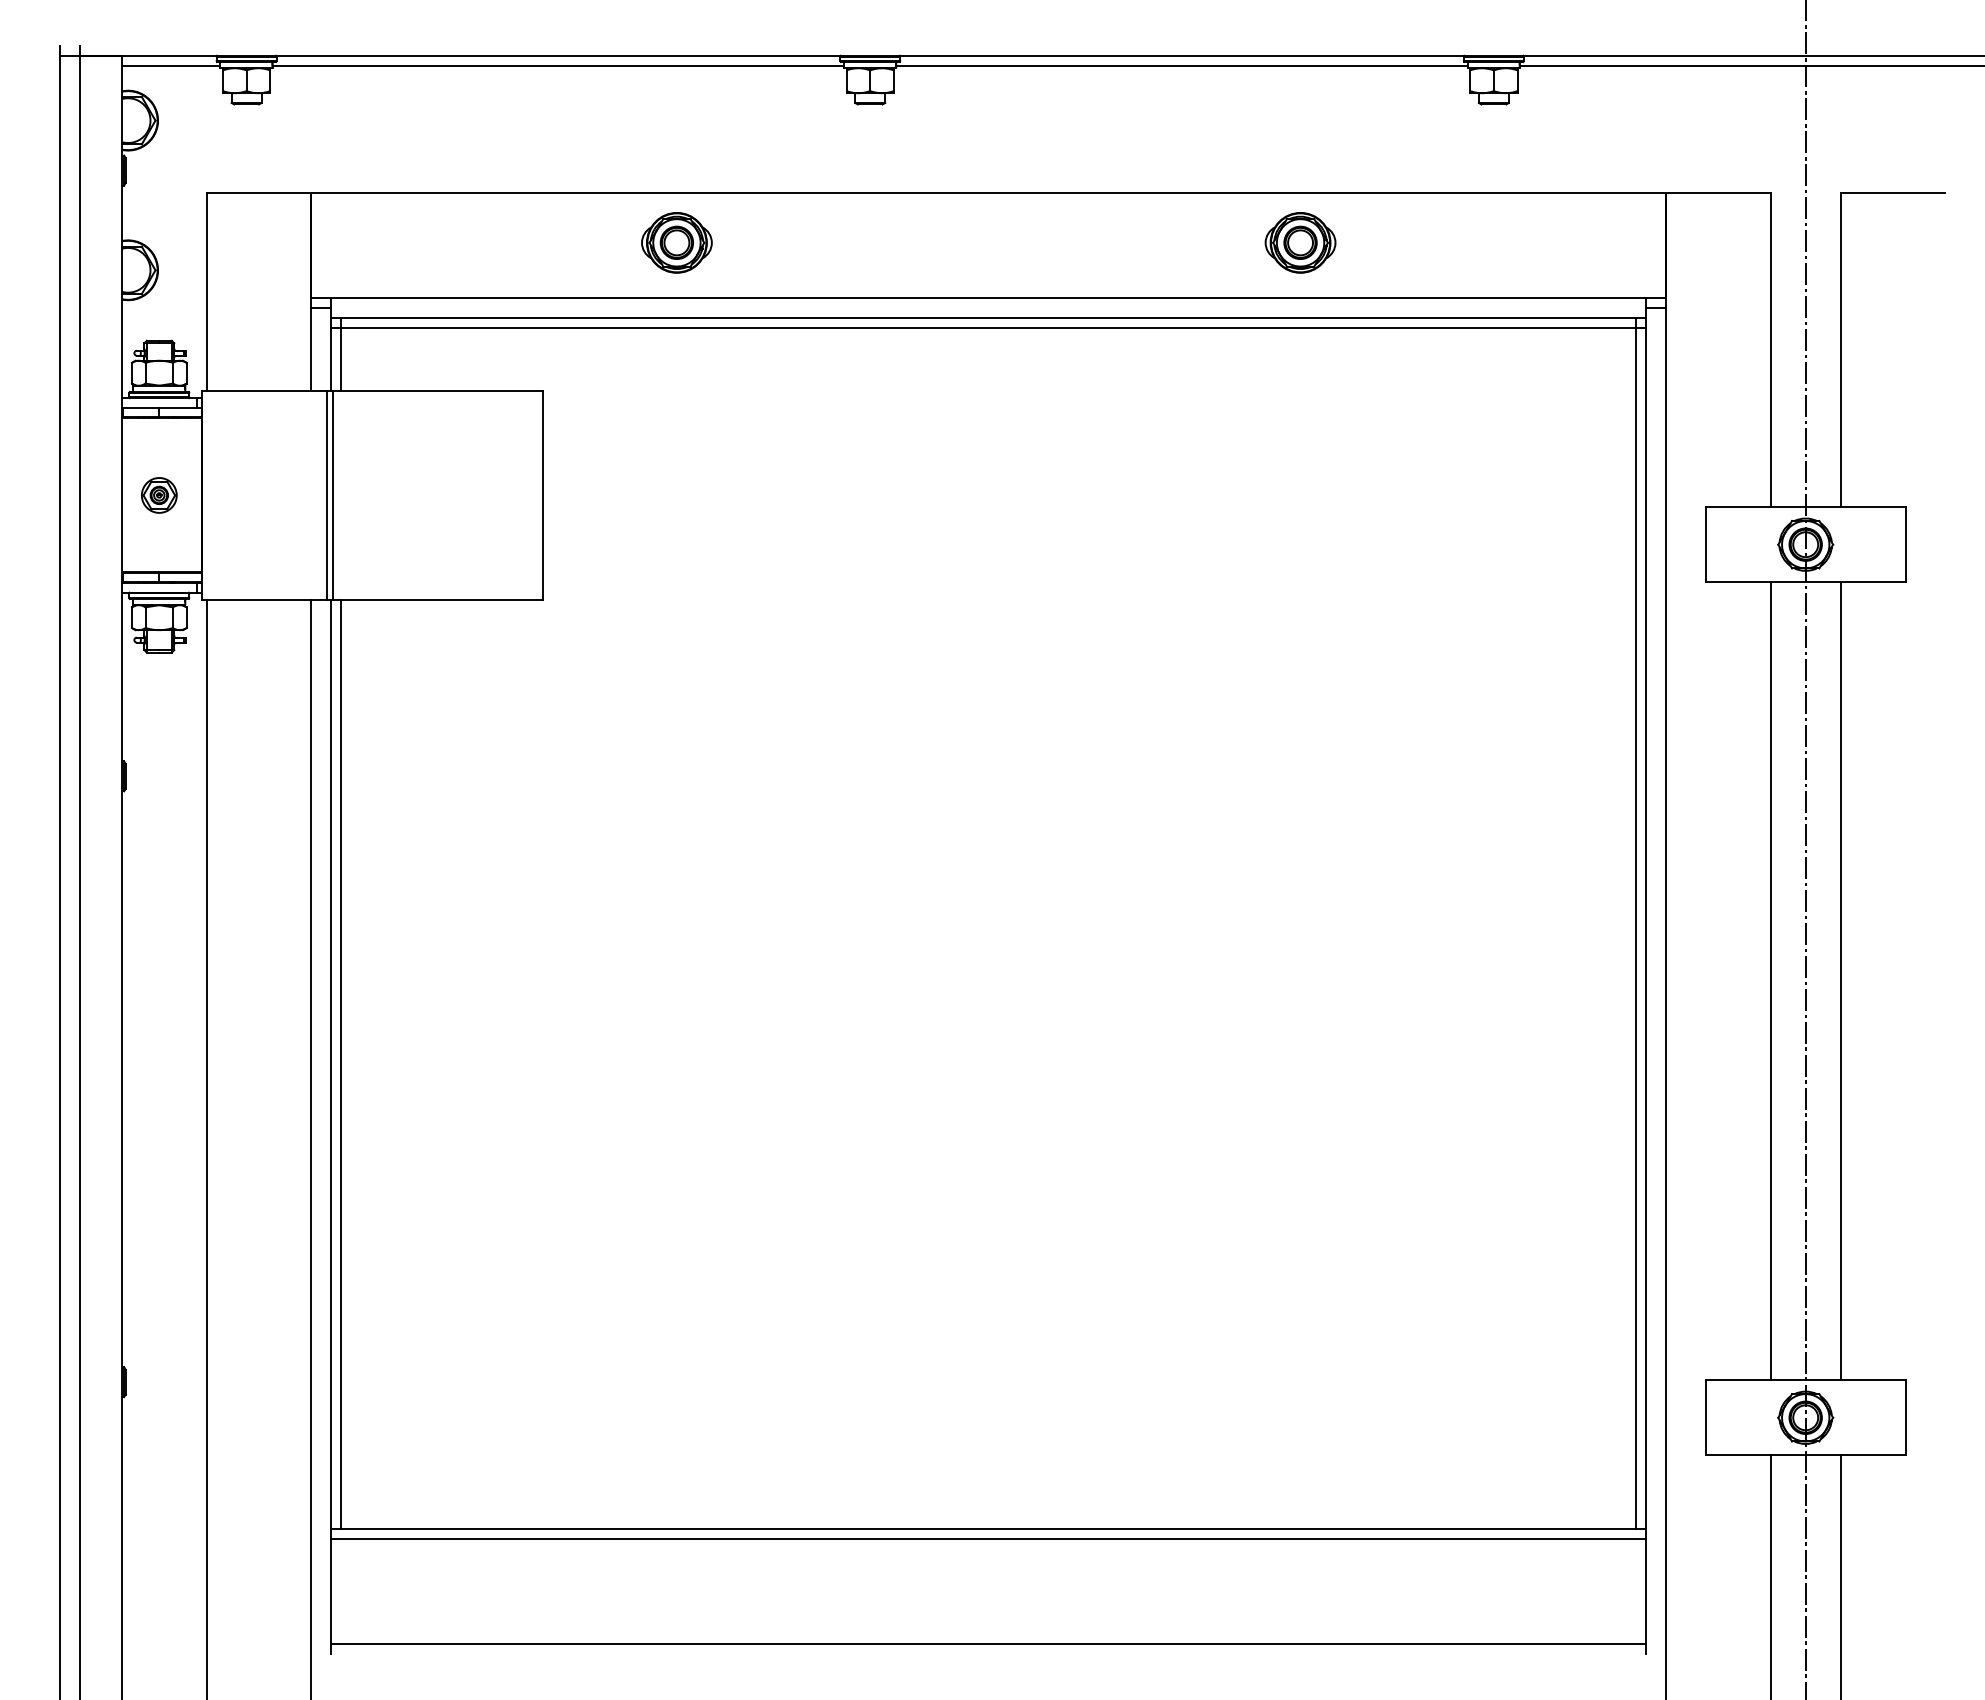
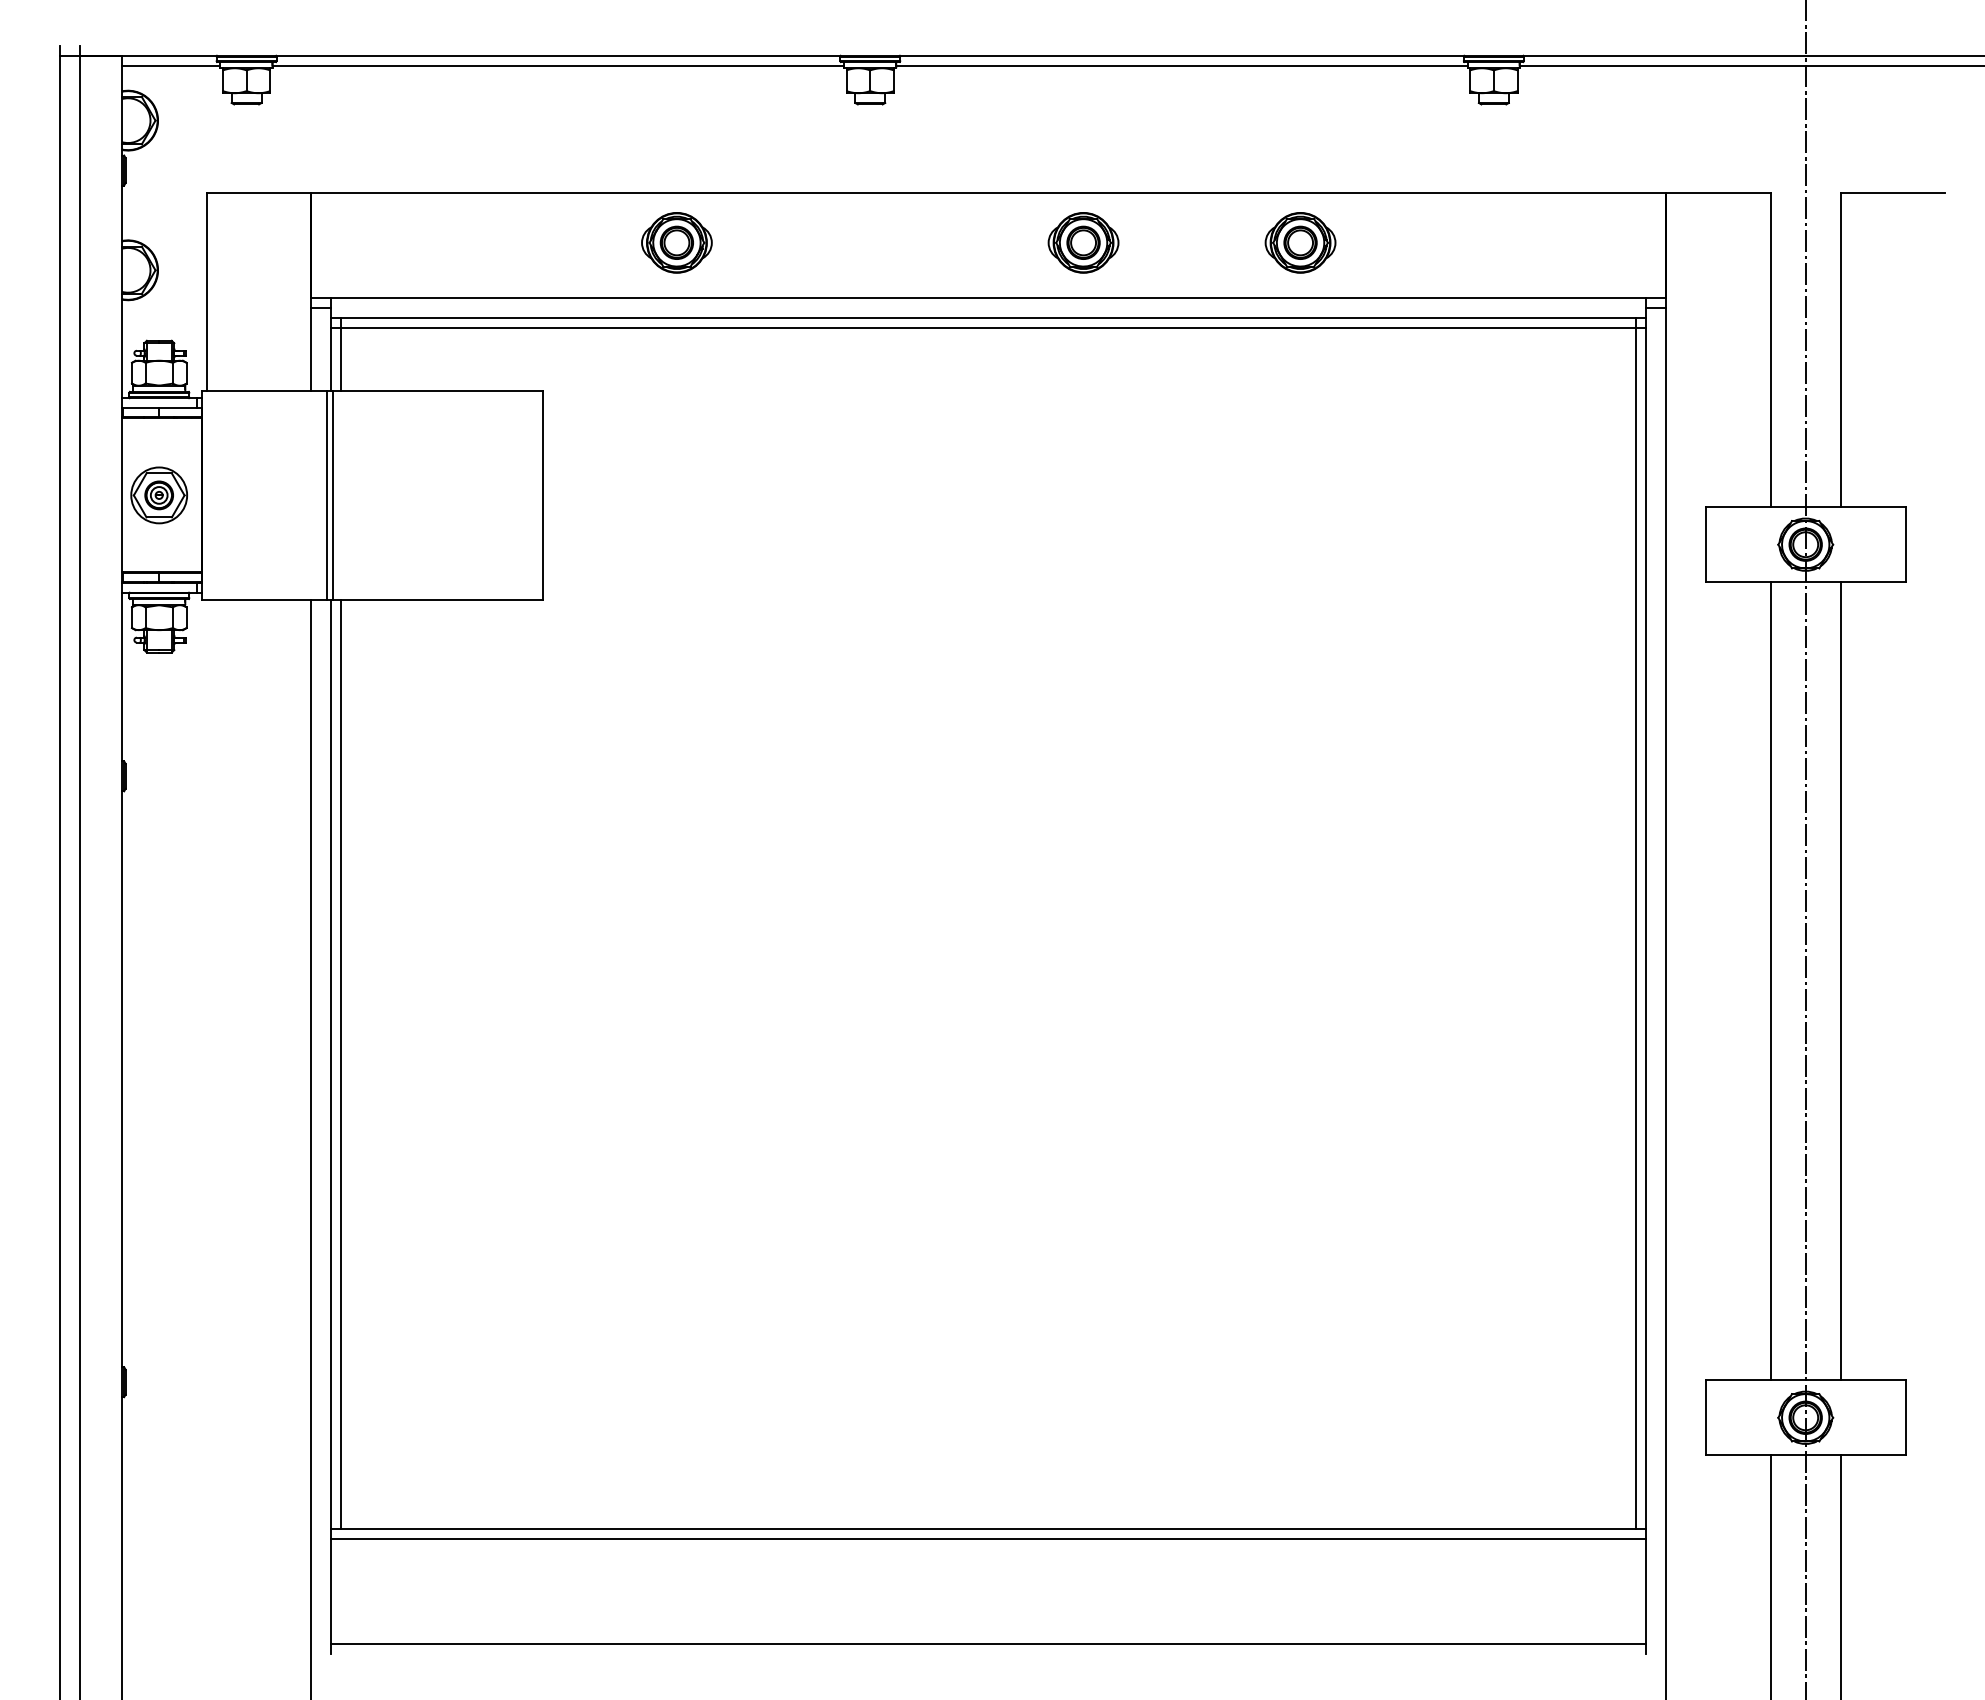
part at (1083, 242): none -> present
part at (159, 495) size: 37x37 px -> 58x59 px
line at (206, 1148): present -> none
